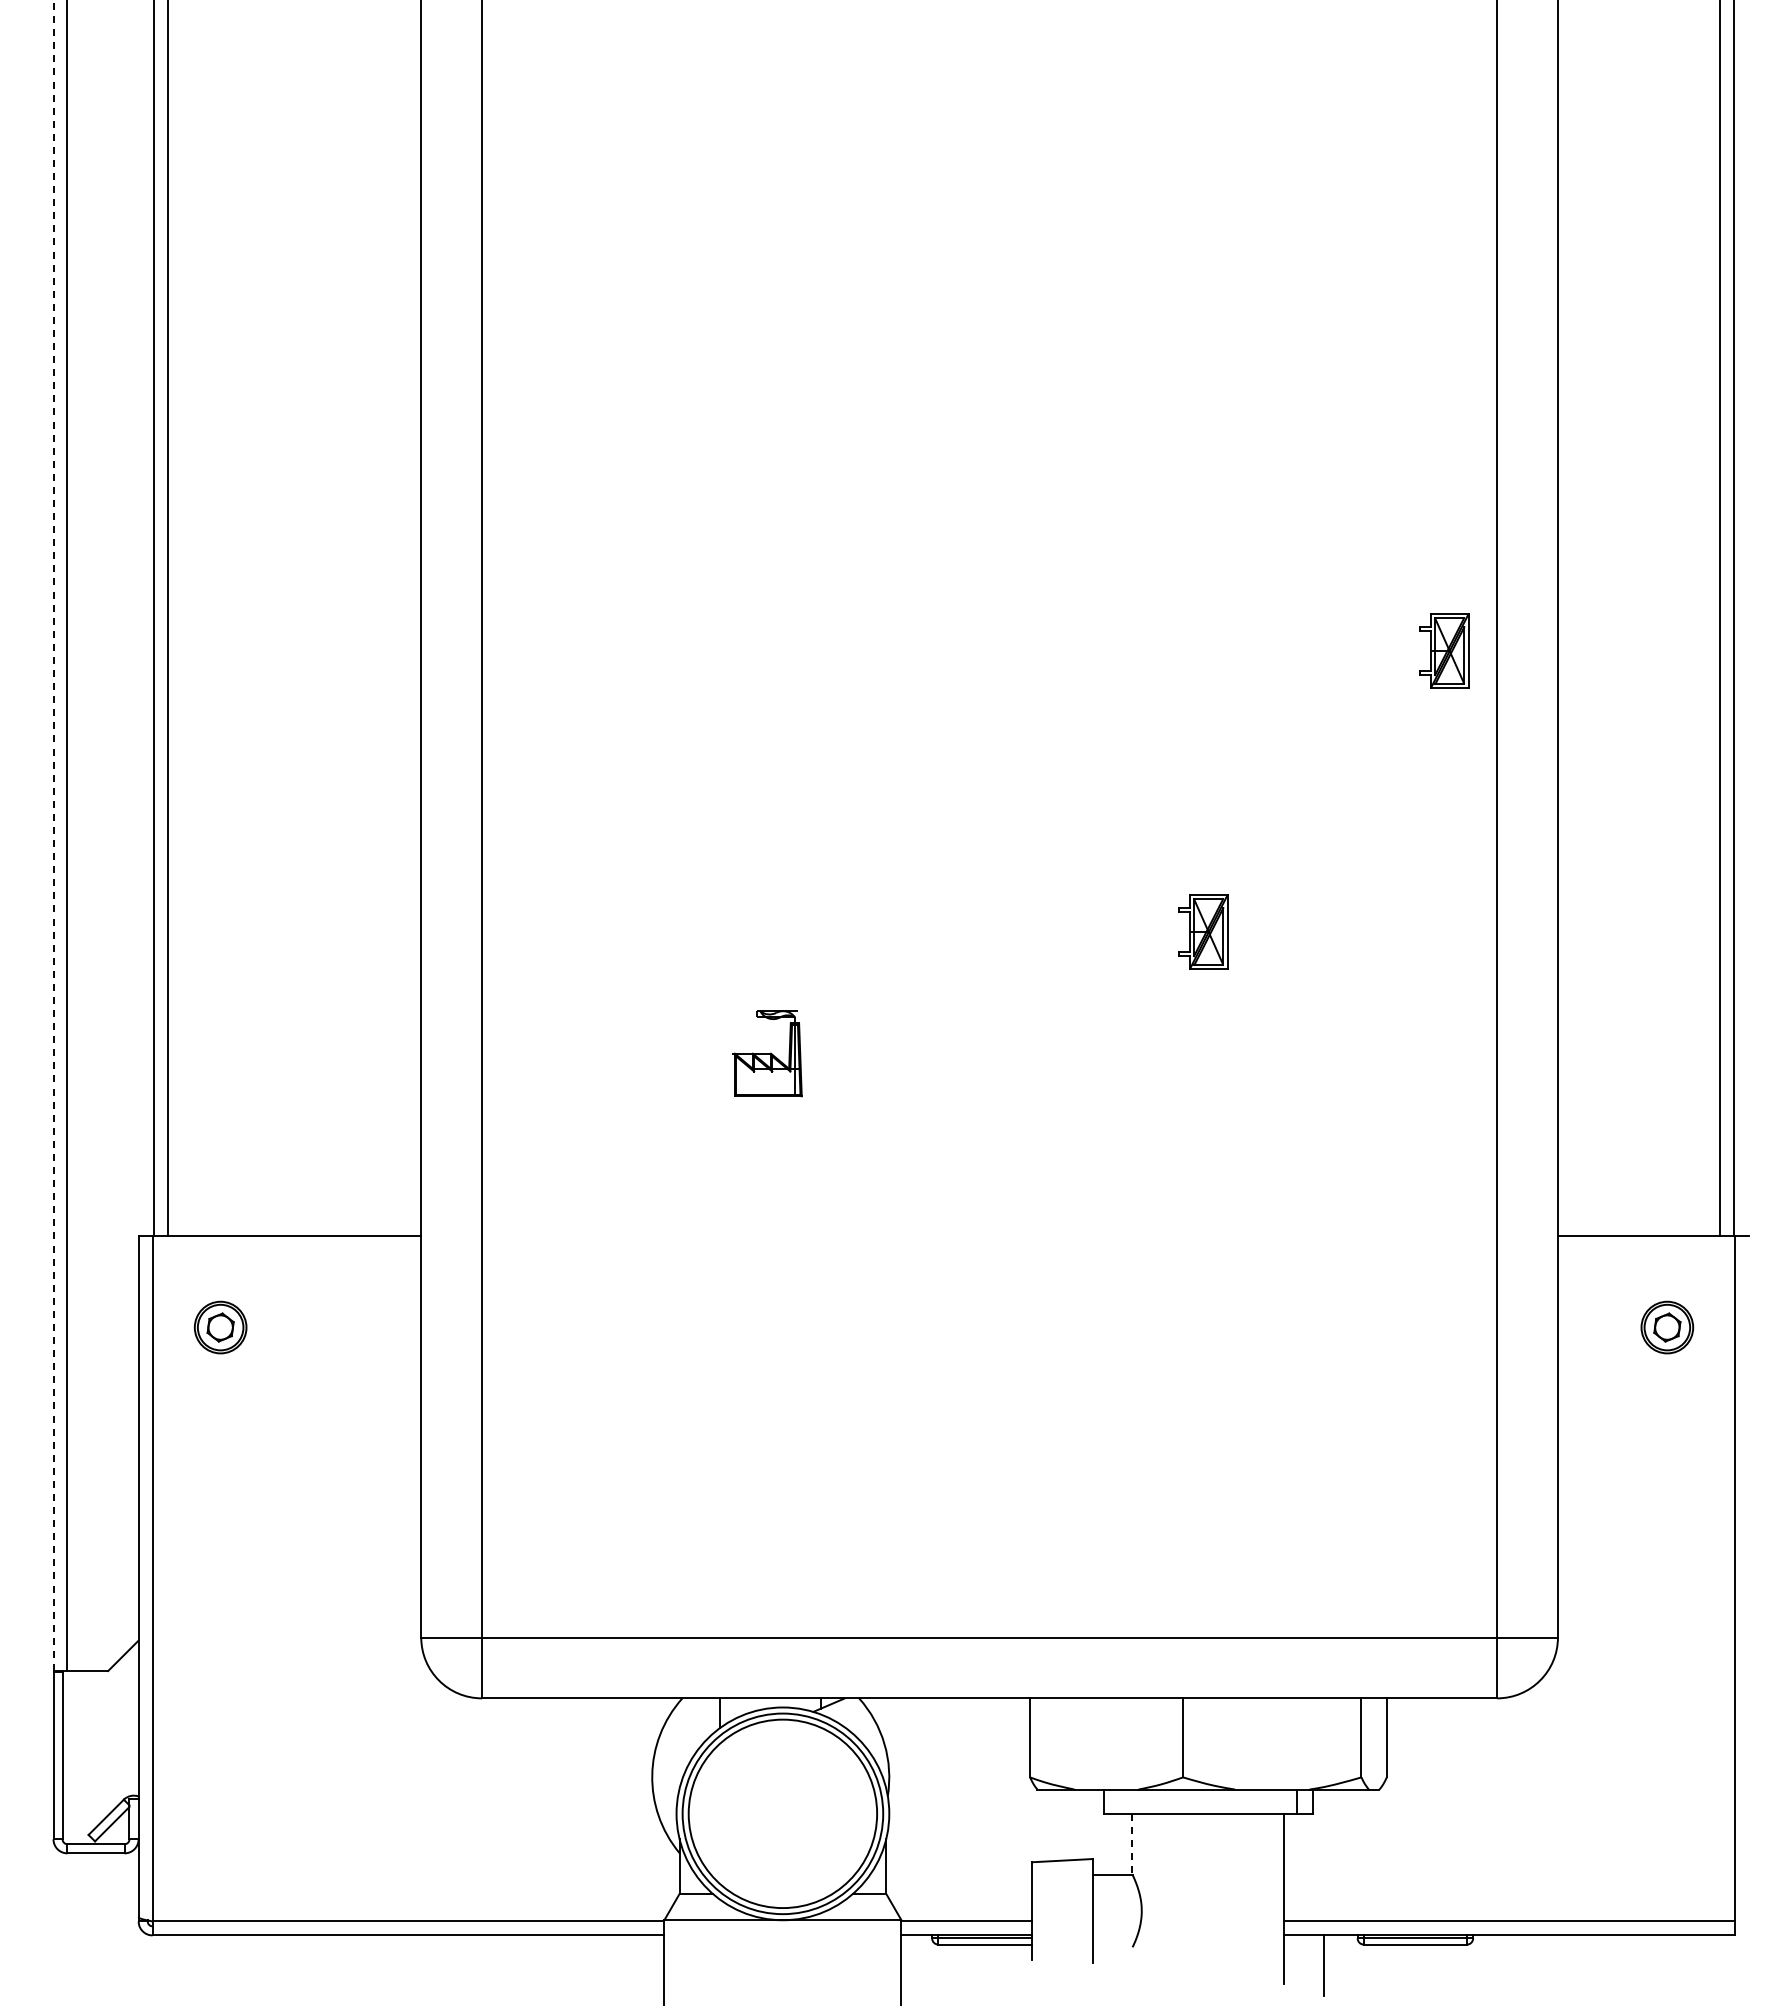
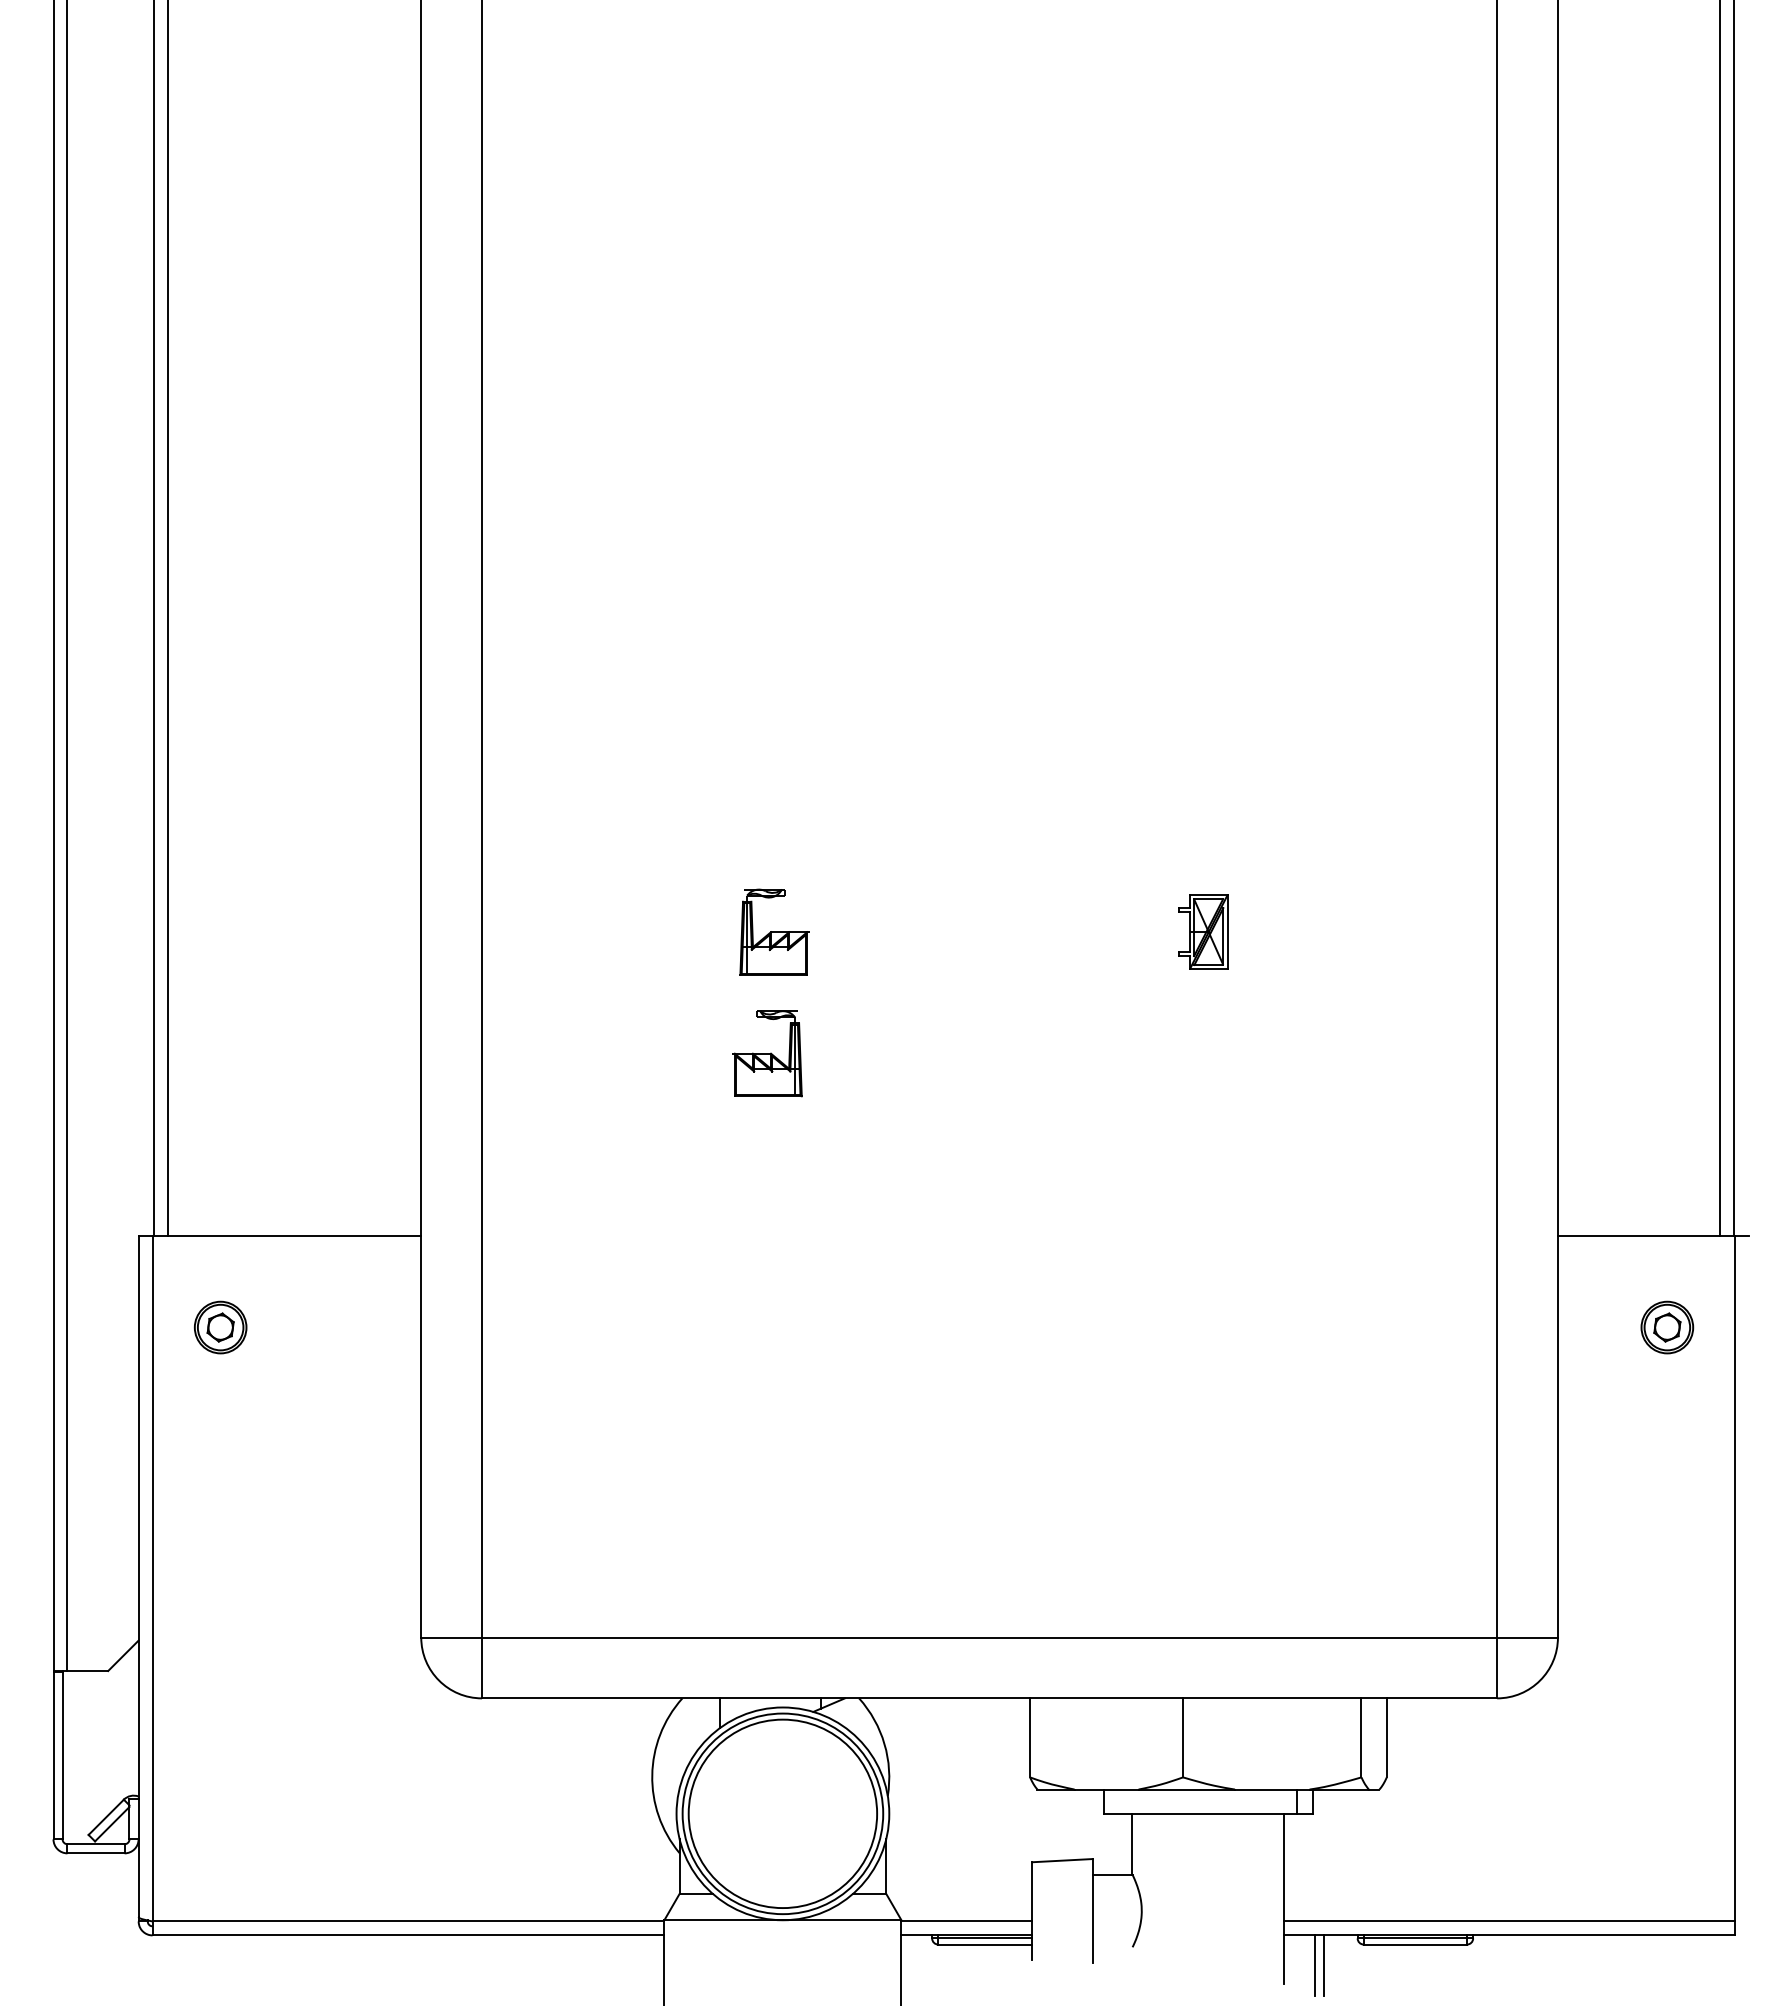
part at (1444, 650): present -> none
line at (53, 835): dashed -> solid
part at (774, 931): none -> present
line at (1132, 1844): dashed -> solid
line at (1315, 1965): none -> present
